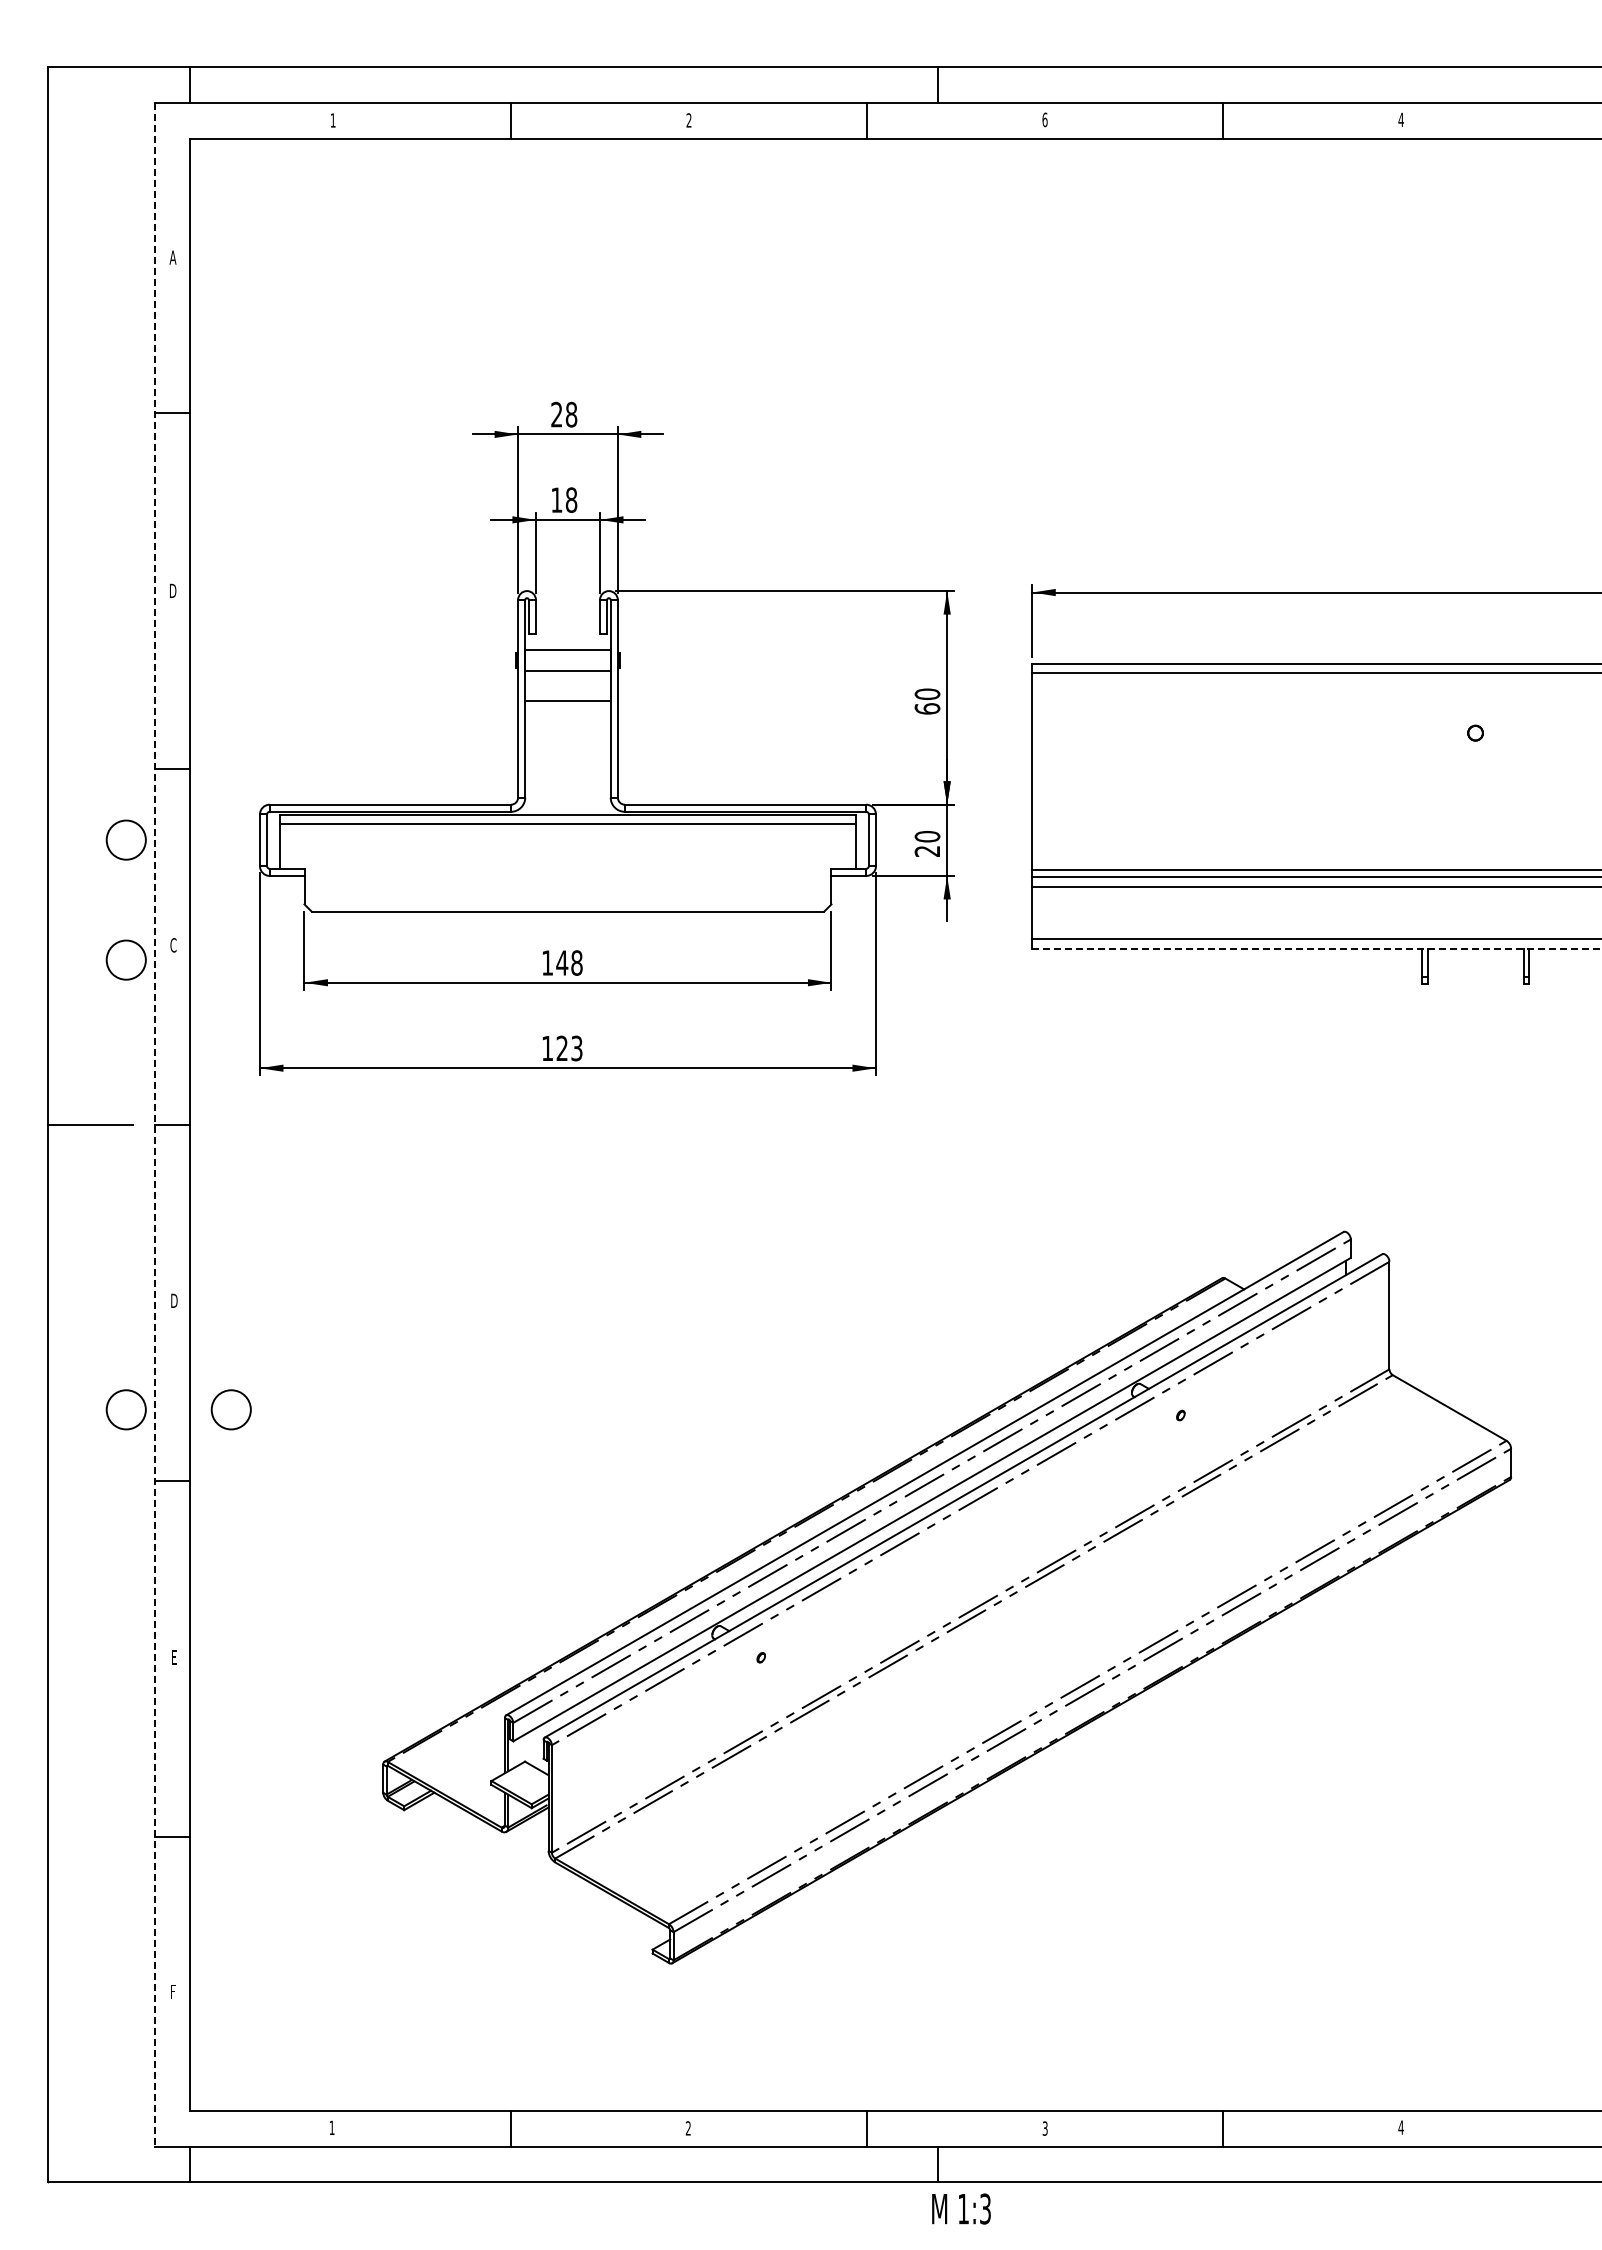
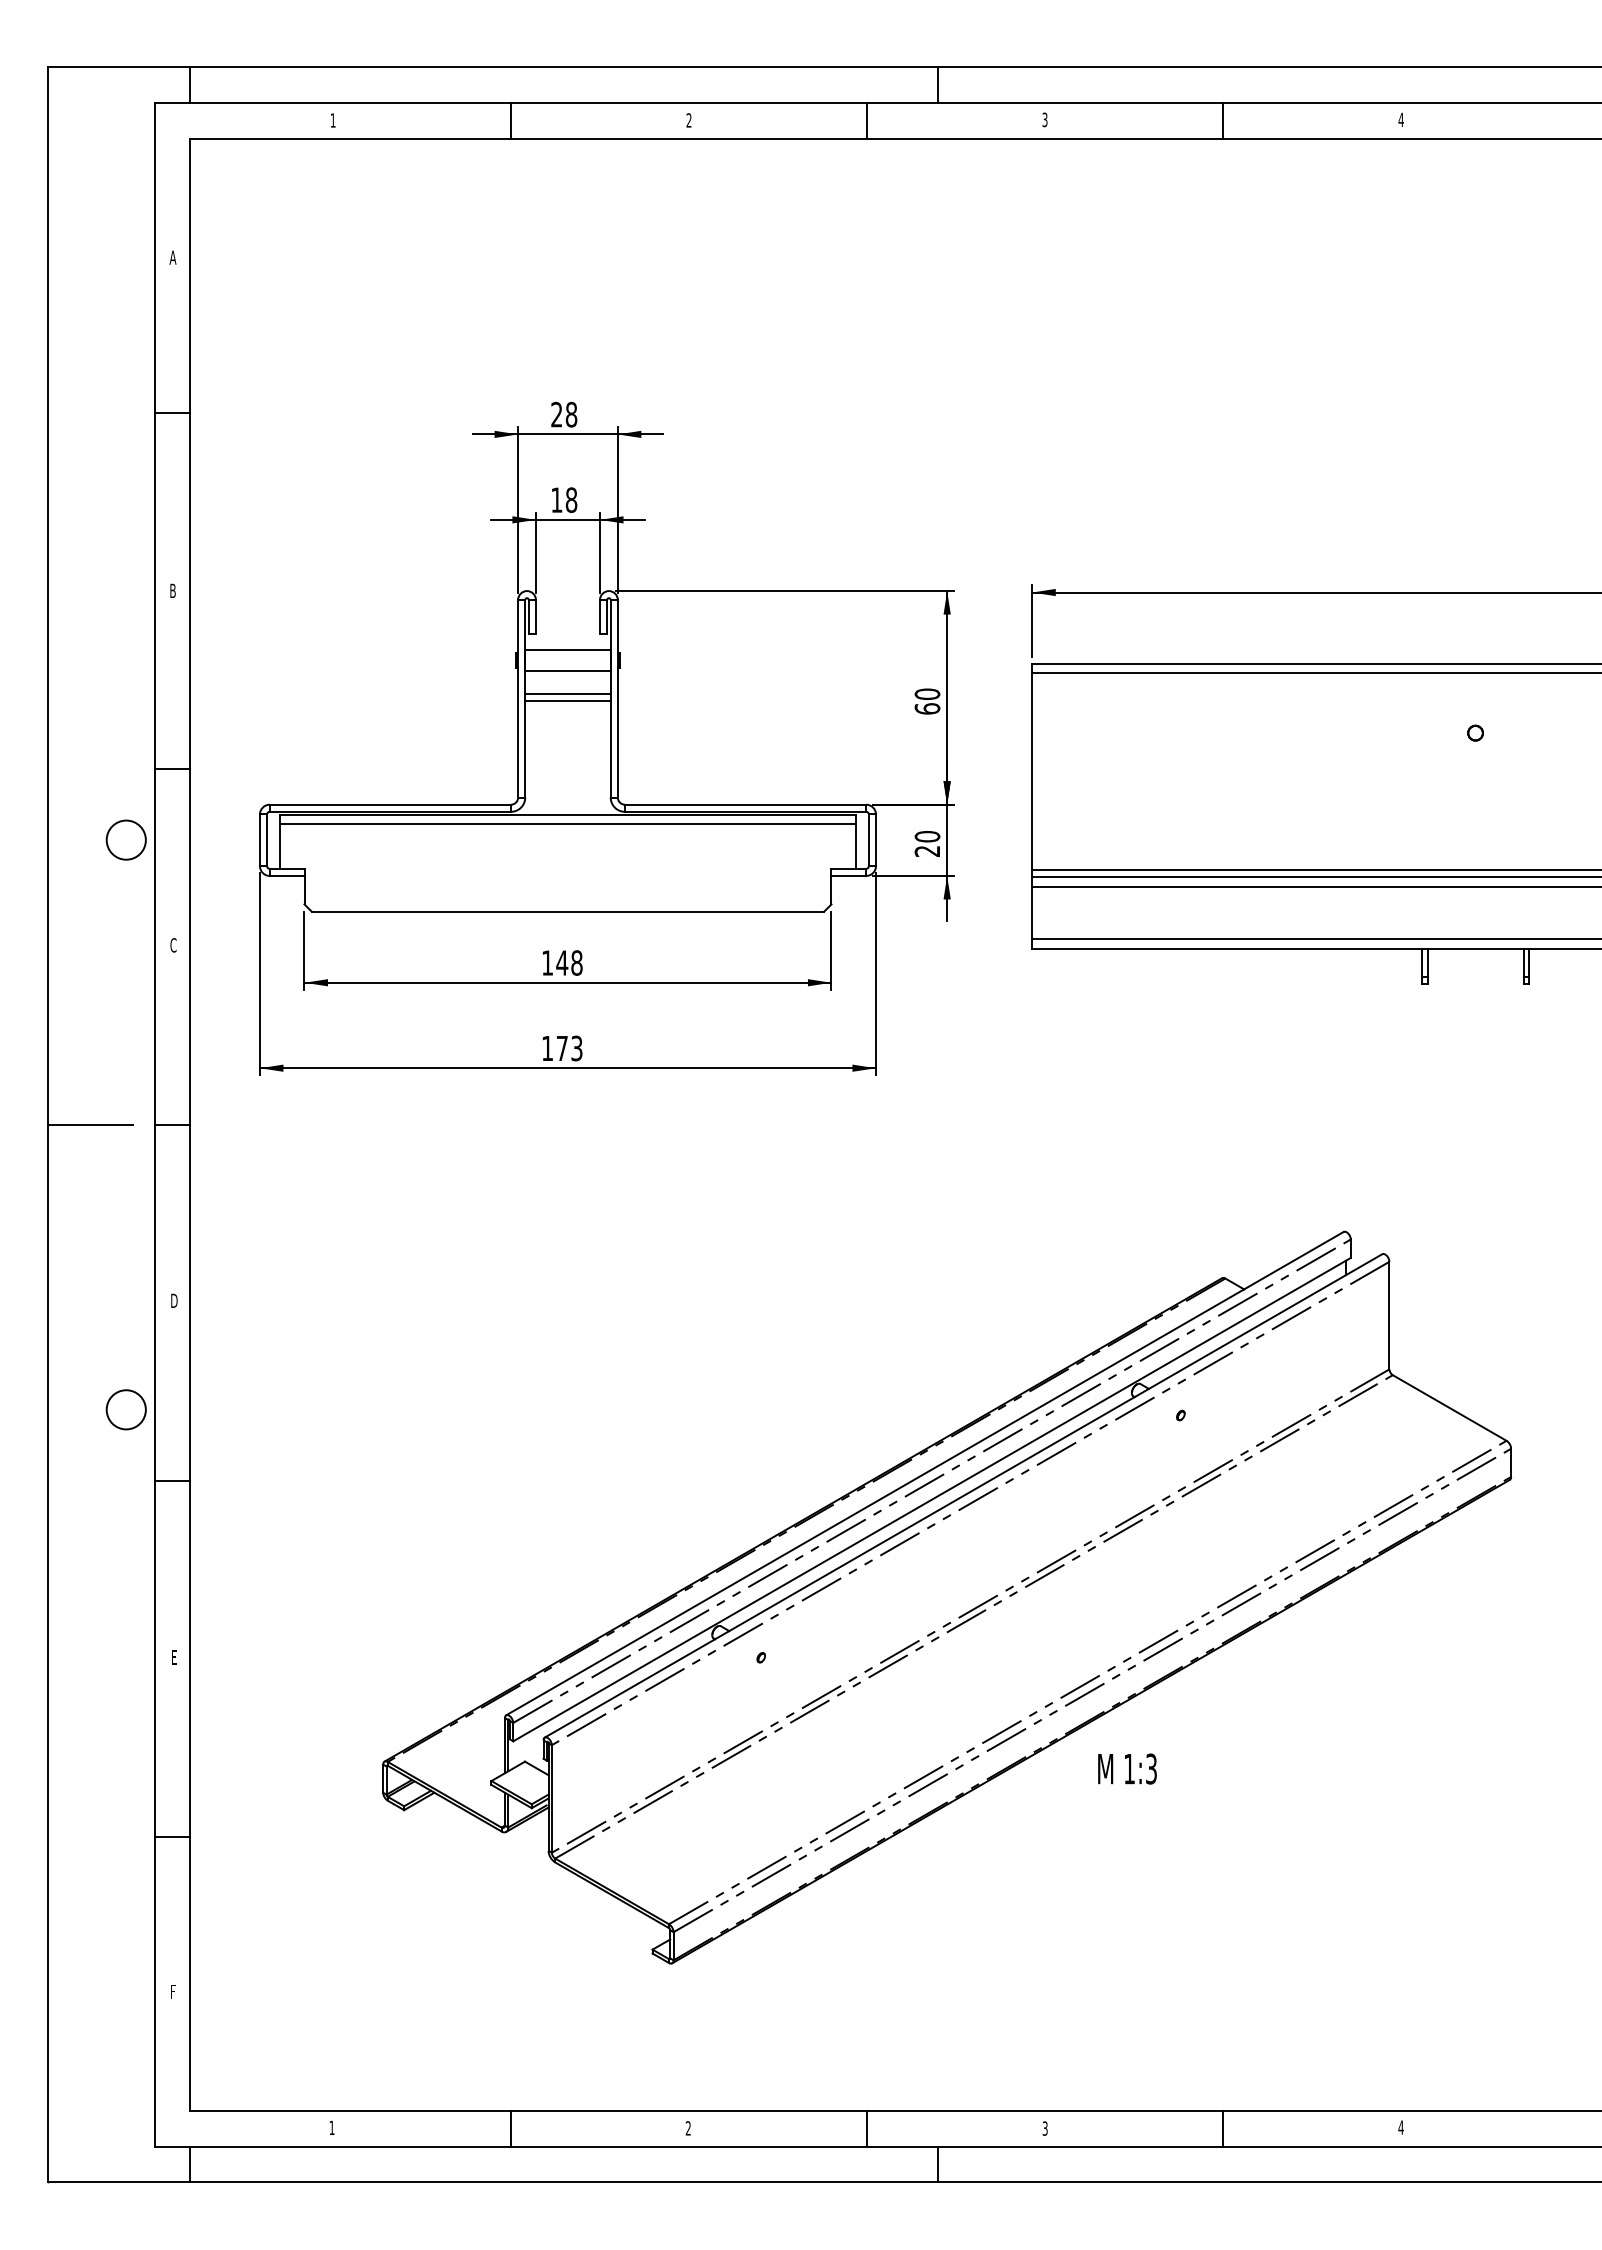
text at (1044, 119): 6 -> 3
text at (173, 590): D -> B
line at (567, 694): none -> present
line at (1317, 948): dashed -> solid
circle at (125, 959): present -> none
text at (561, 1047): 123 -> 173
line at (154, 1125): dashed -> solid
circle at (230, 1409): present -> none
text at (961, 2208) position: (961, 2208) -> (1127, 1768)
